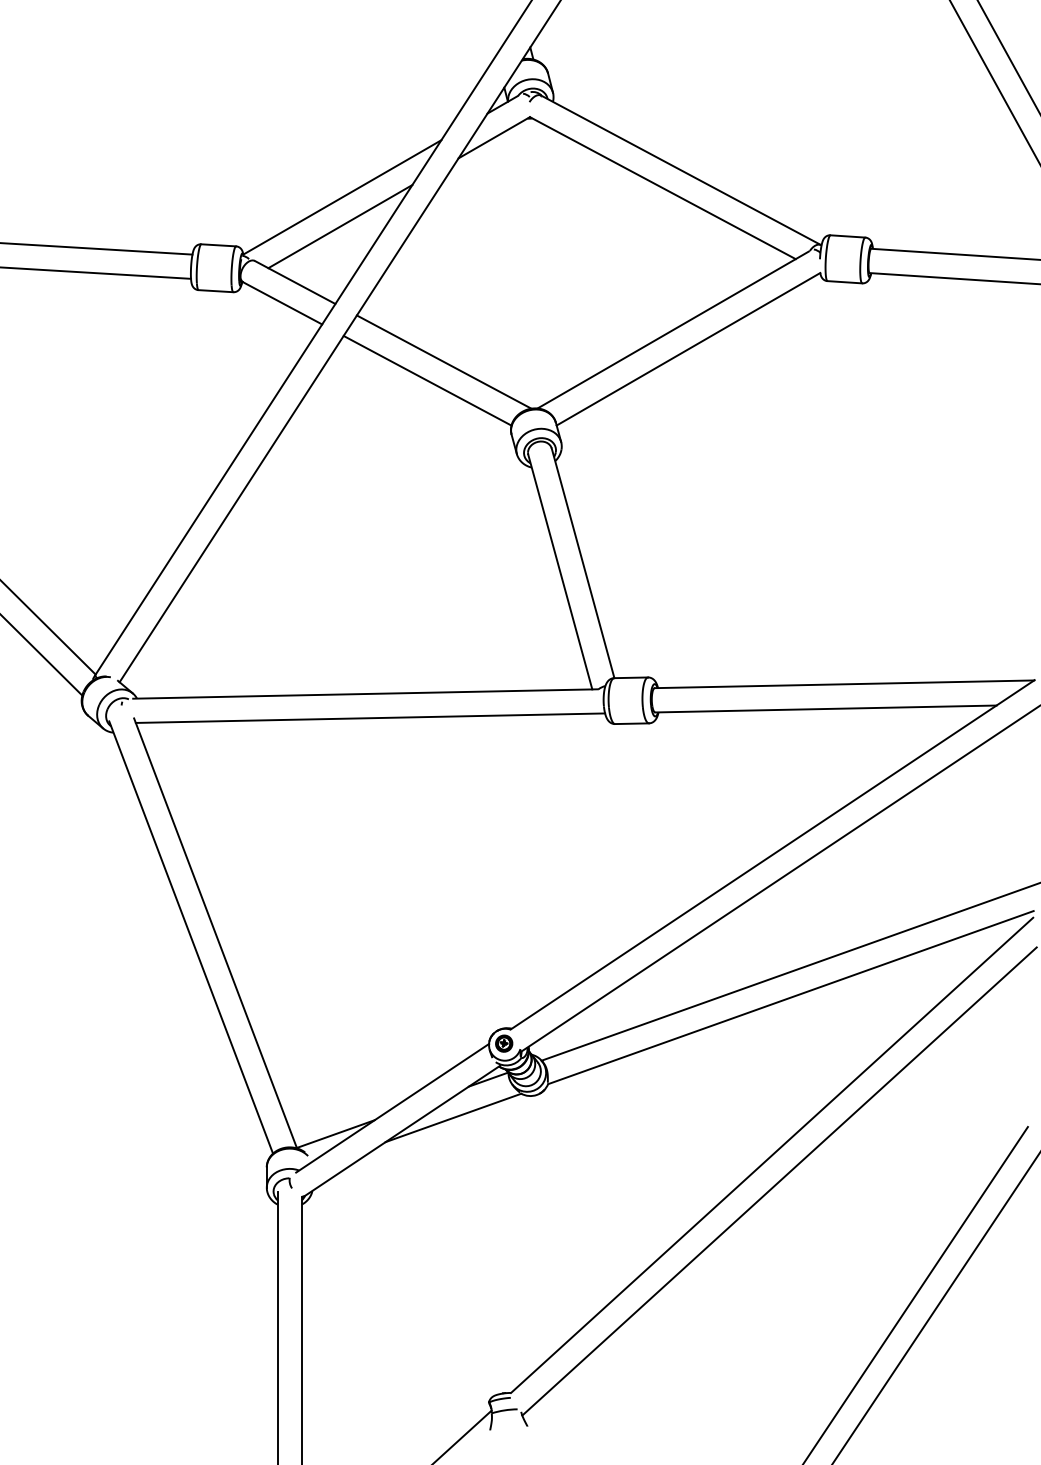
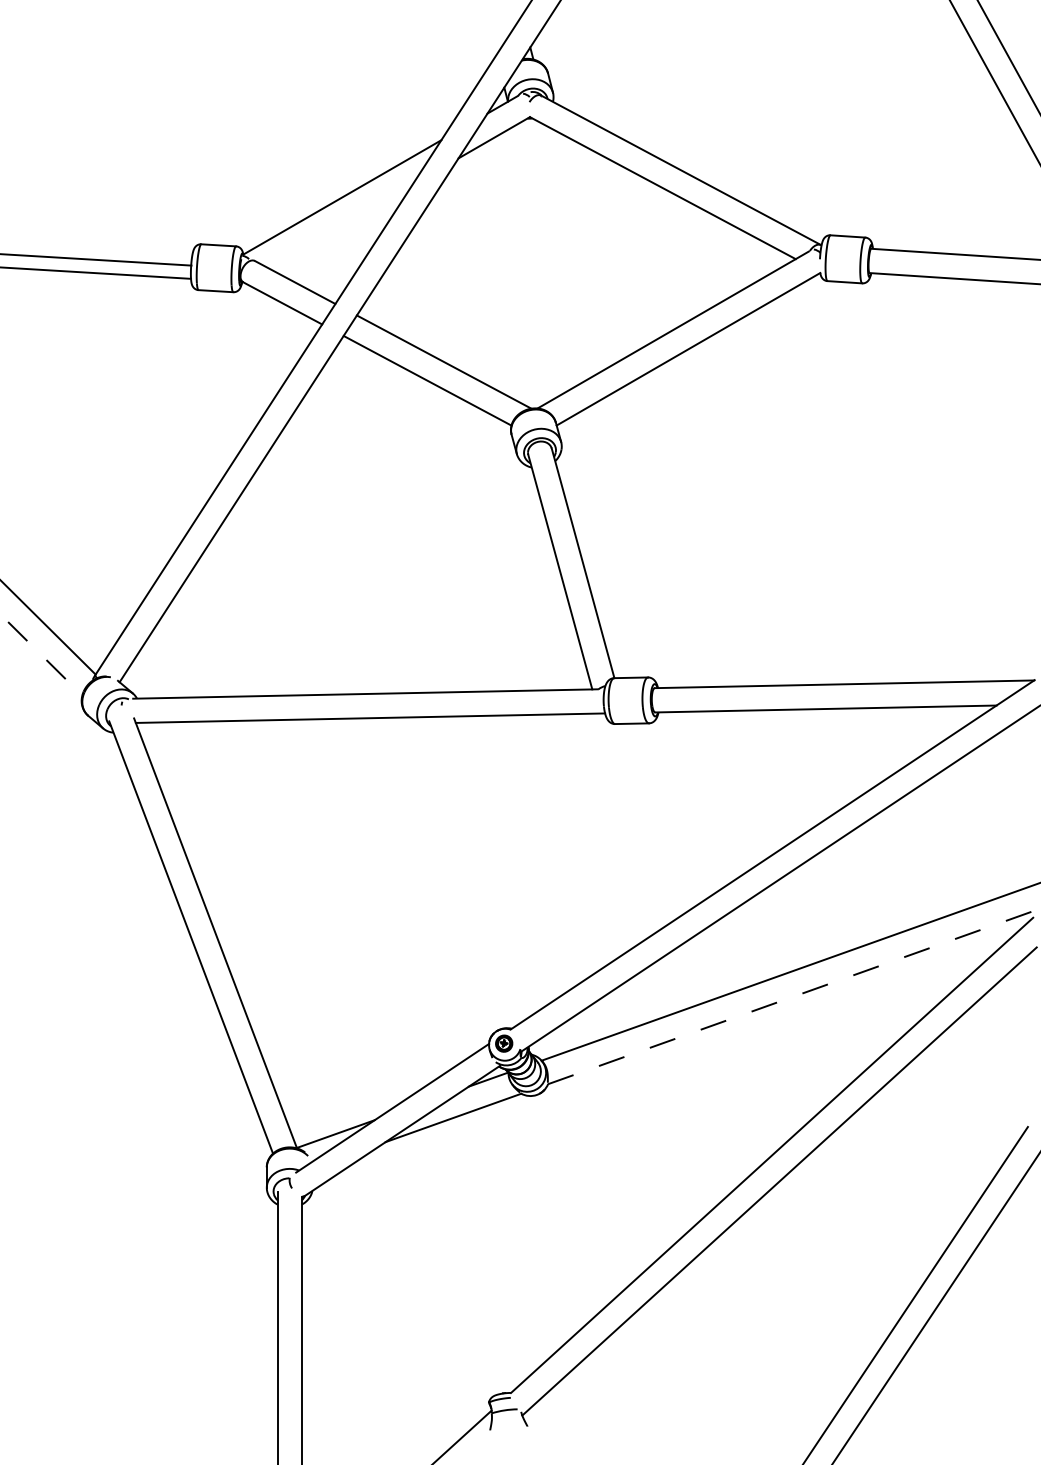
line at (340, 226): present -> none
line at (97, 248) position: (97, 248) -> (96, 259)
line at (41, 654): solid -> dashed
line at (790, 997): solid -> dashed
